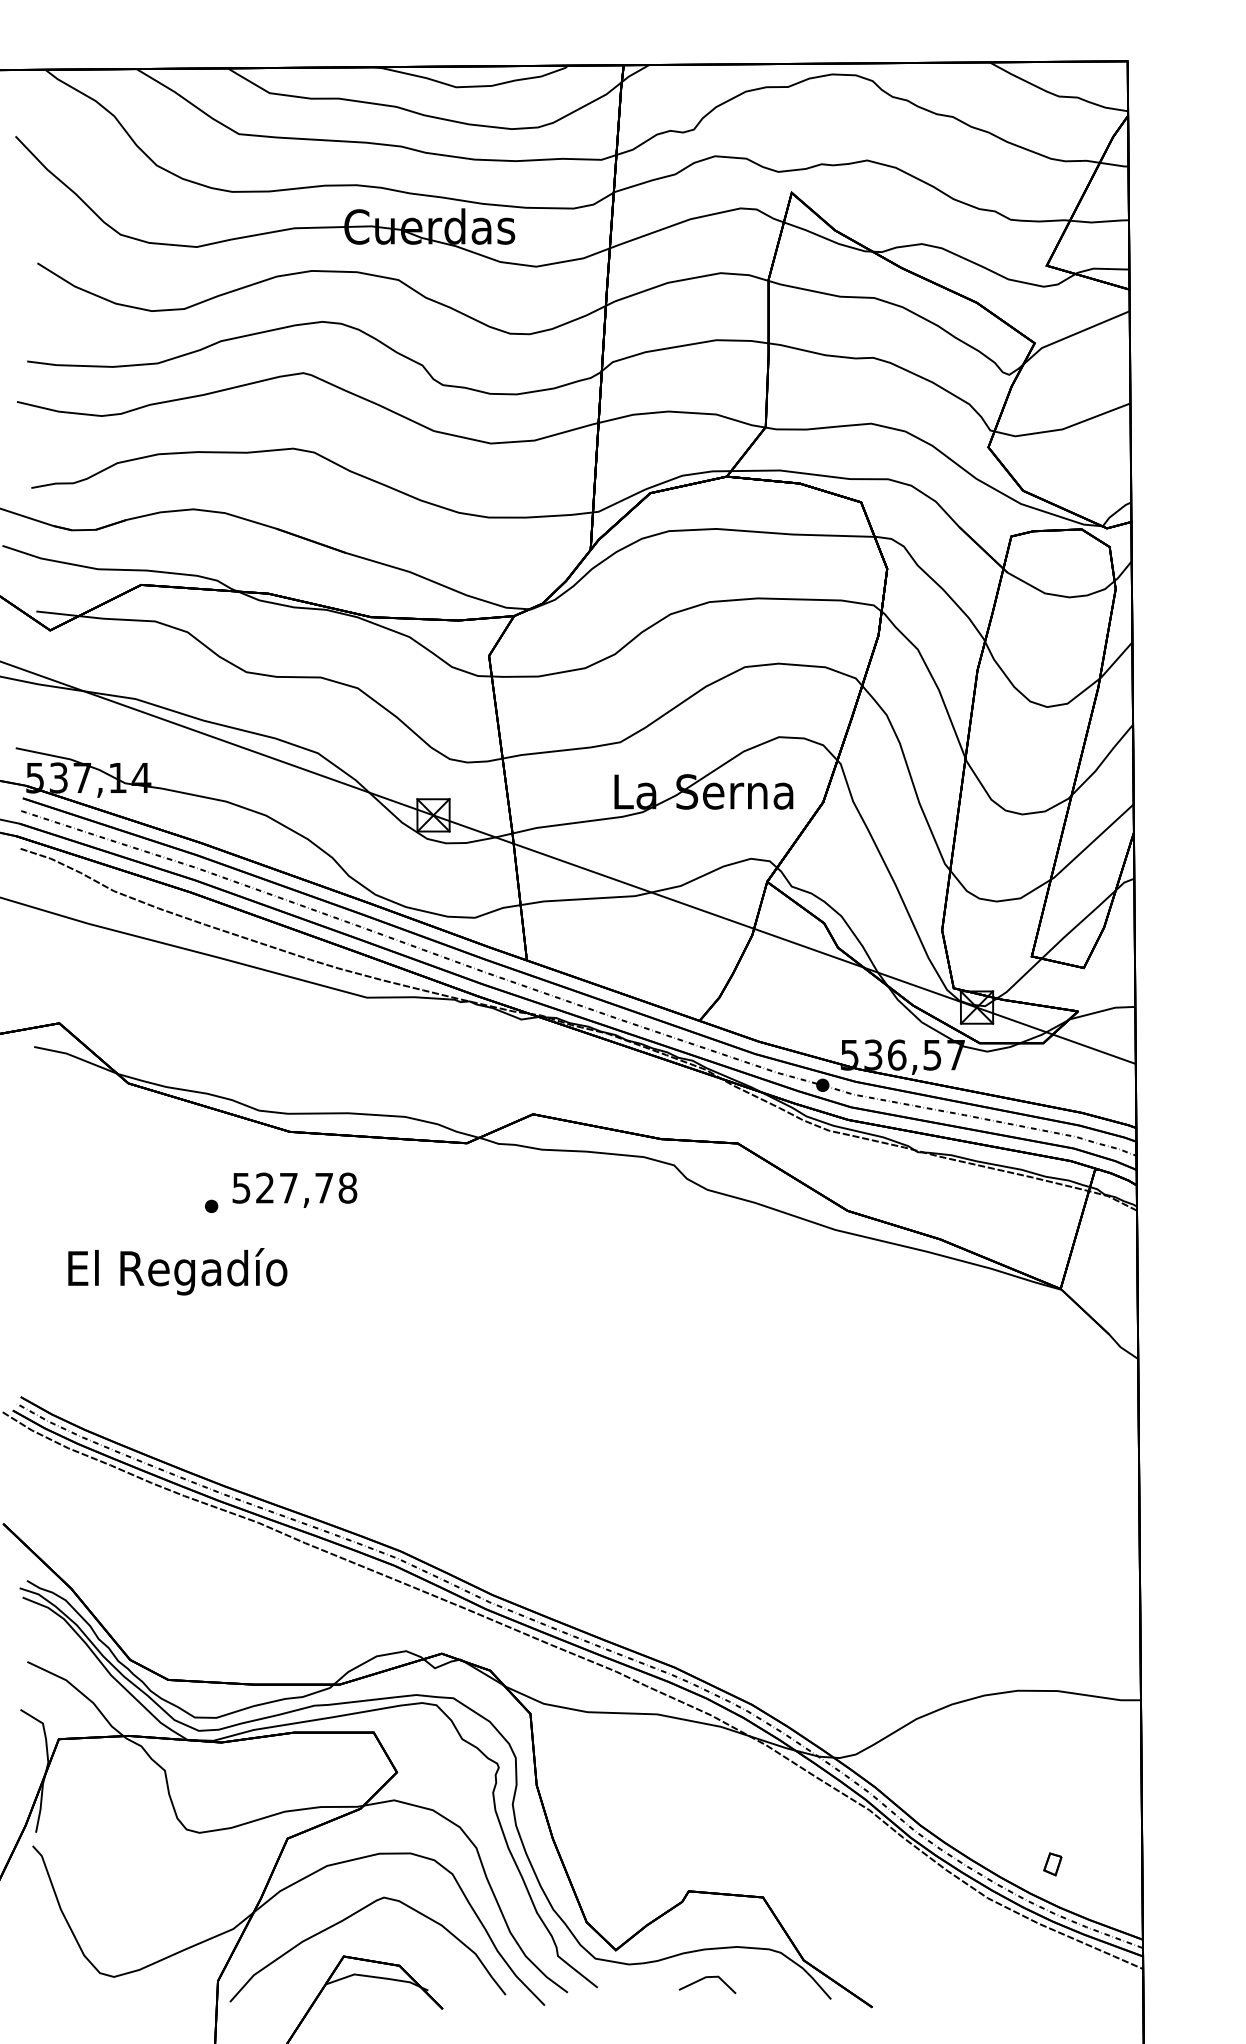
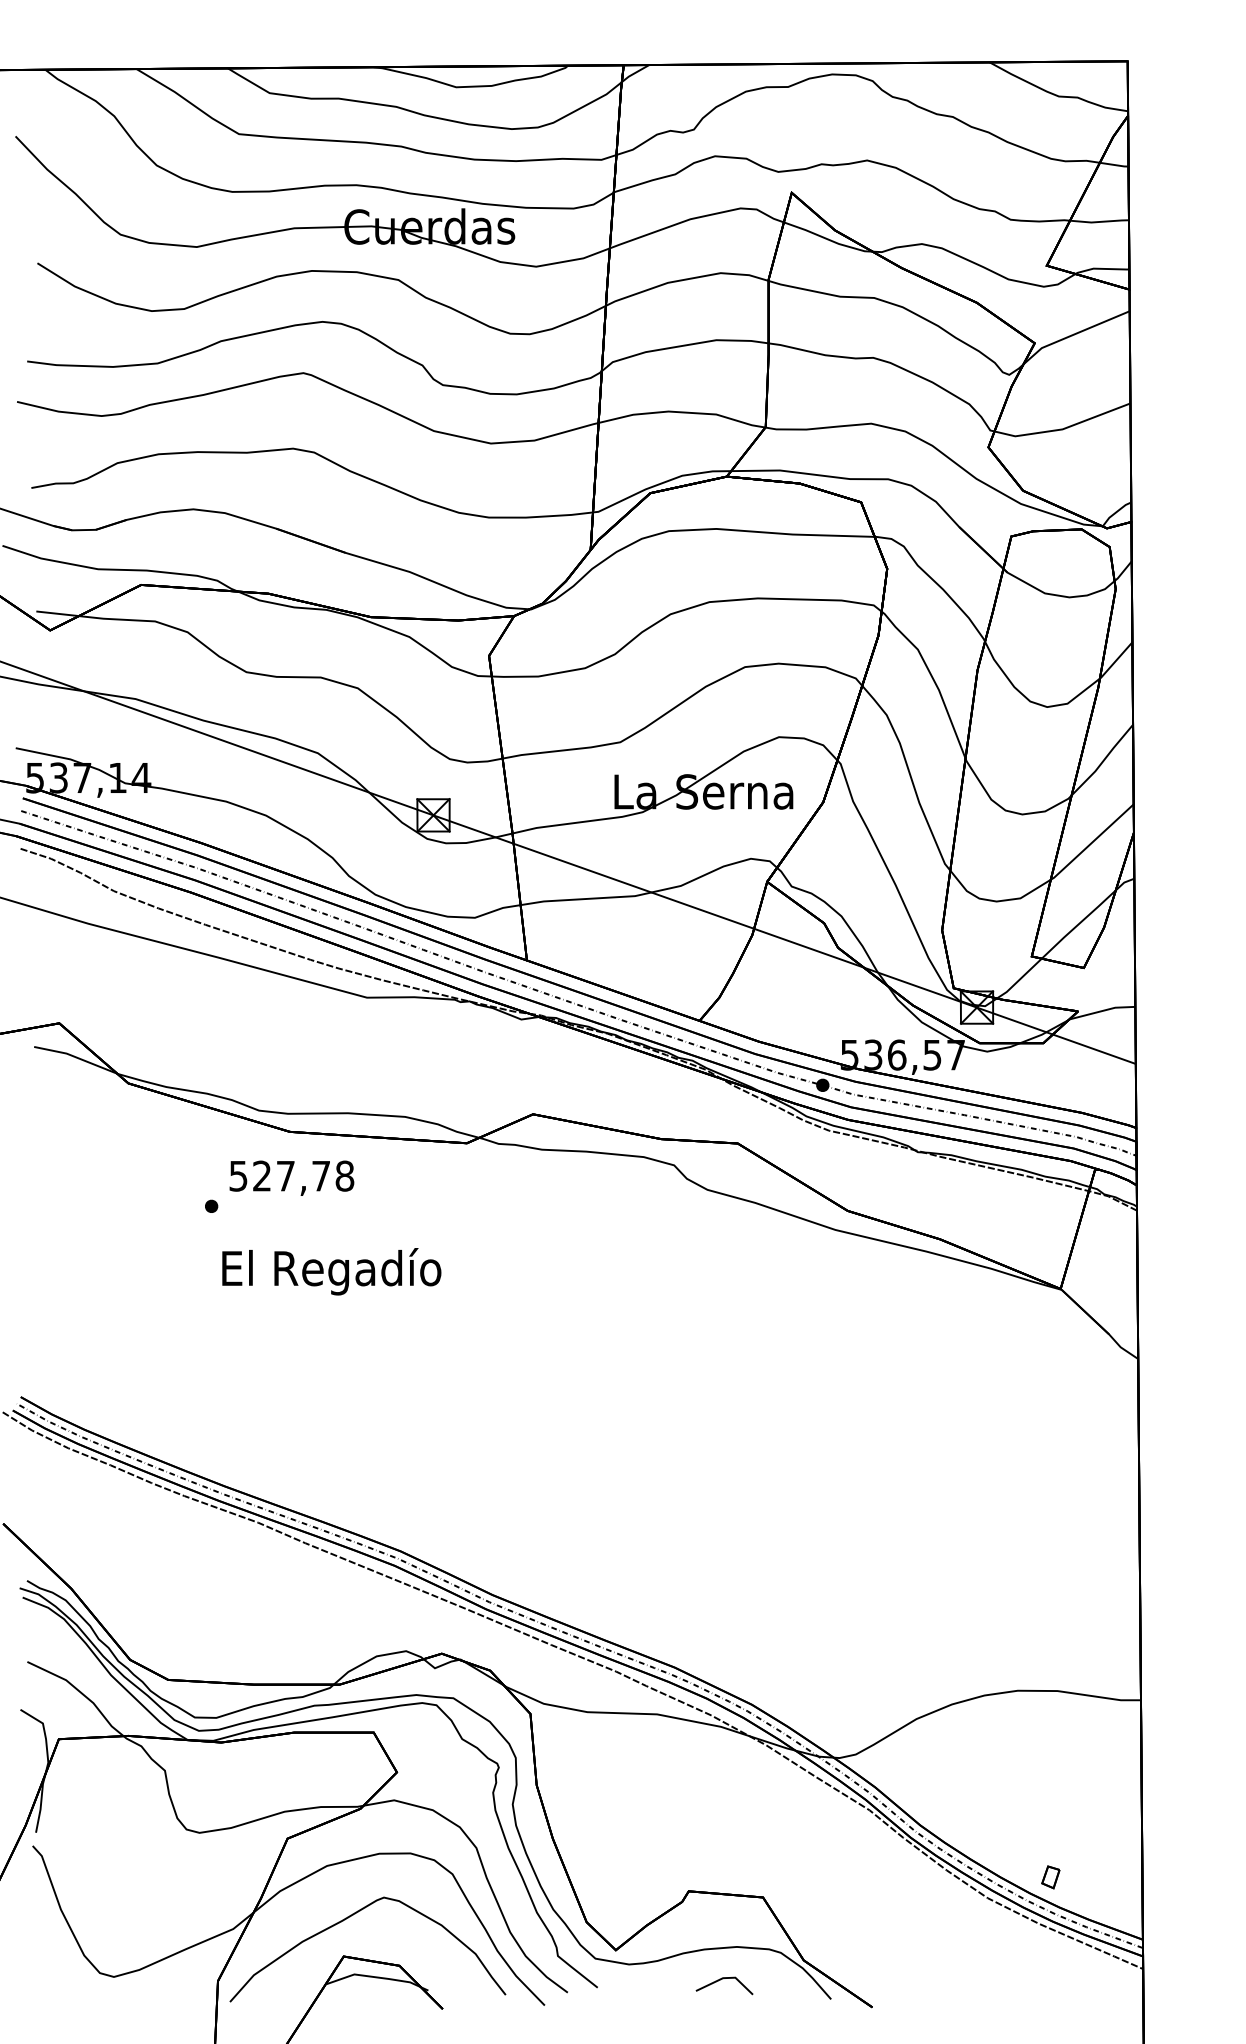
text at (294, 1189) position: (294, 1189) -> (291, 1177)
text at (177, 1271) position: (177, 1271) -> (331, 1271)
part at (1052, 1864) position: (1052, 1864) -> (1050, 1877)
line at (706, 1978) position: (706, 1978) -> (723, 1979)
